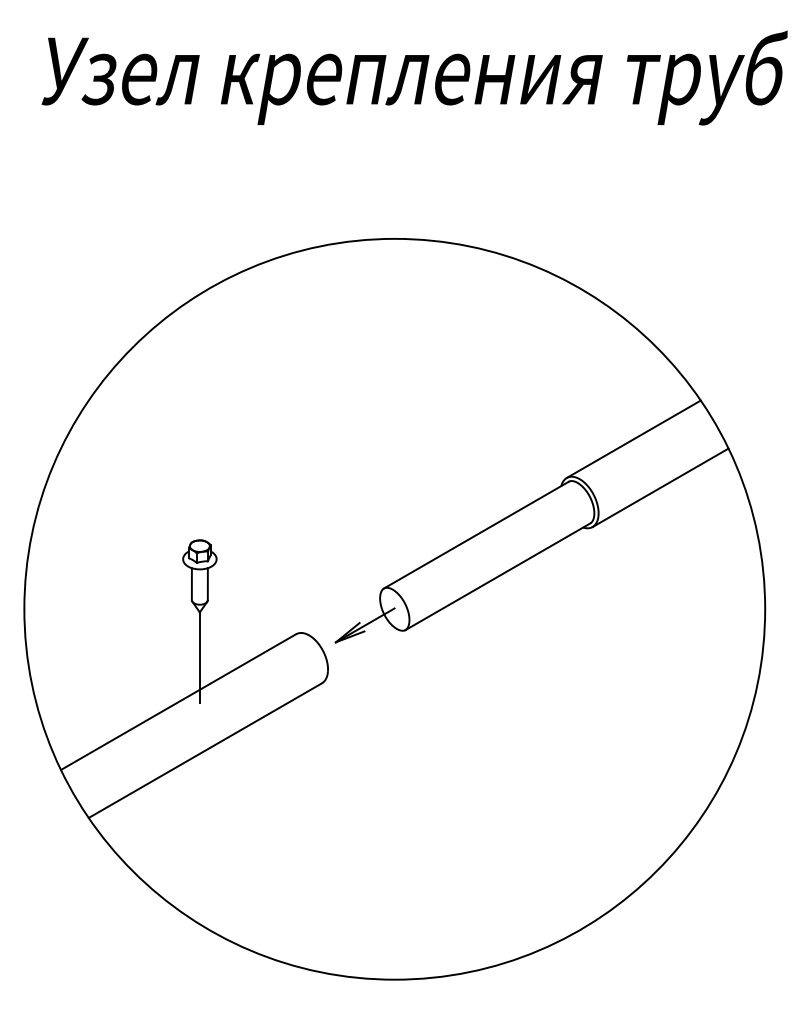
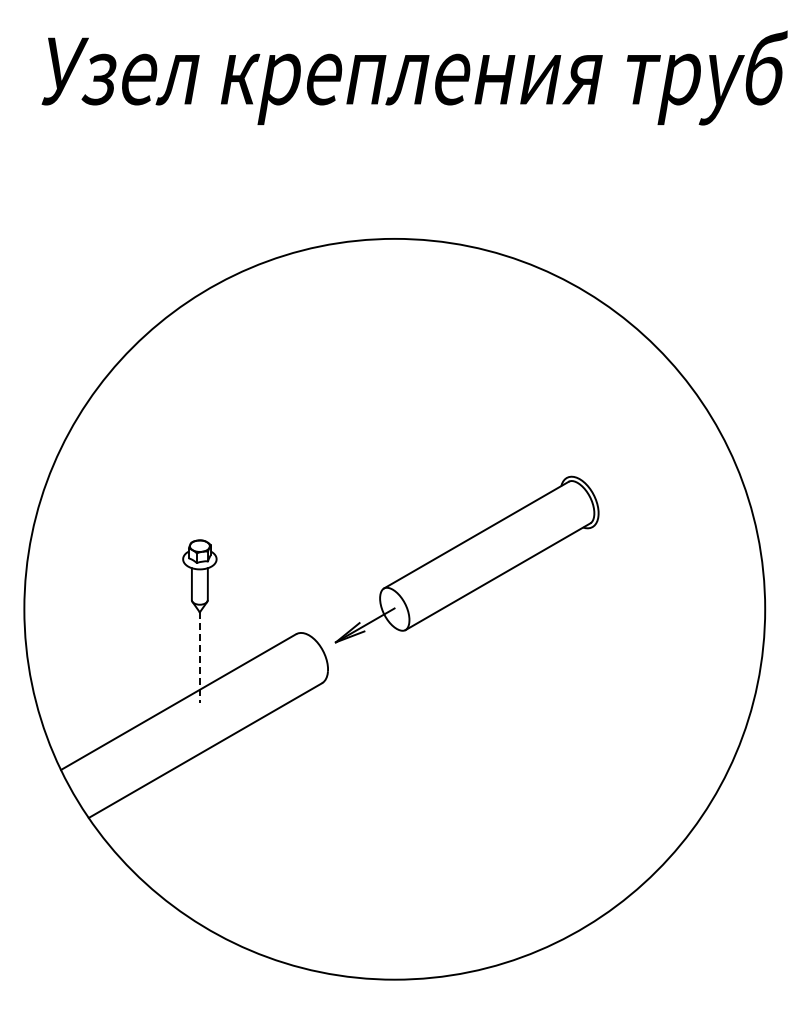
line at (633, 439): present -> none
line at (660, 487): present -> none
line at (199, 658): solid -> dashed
